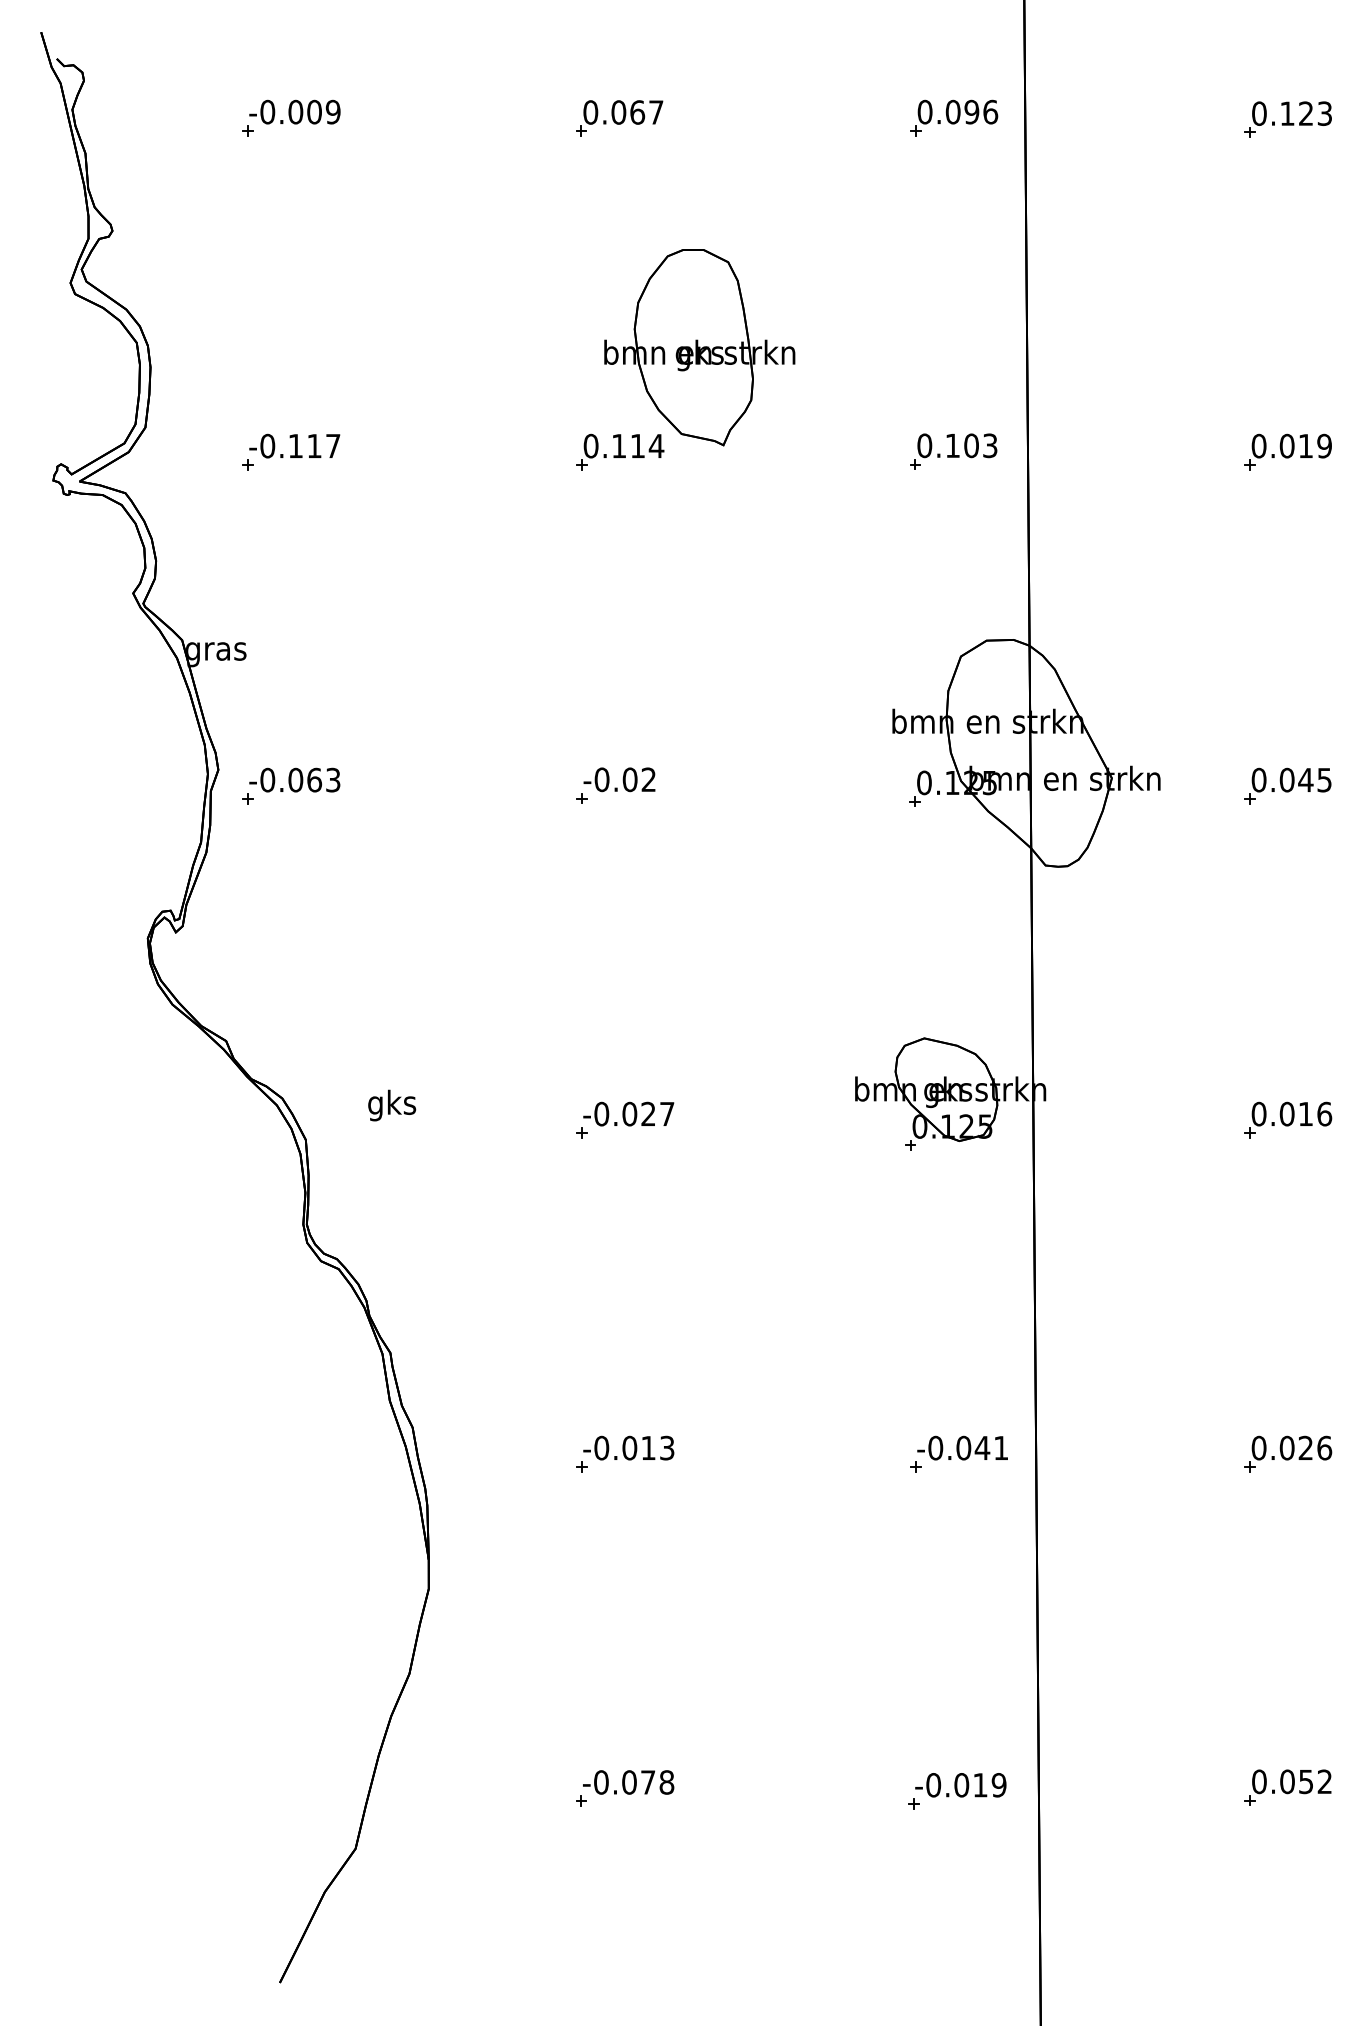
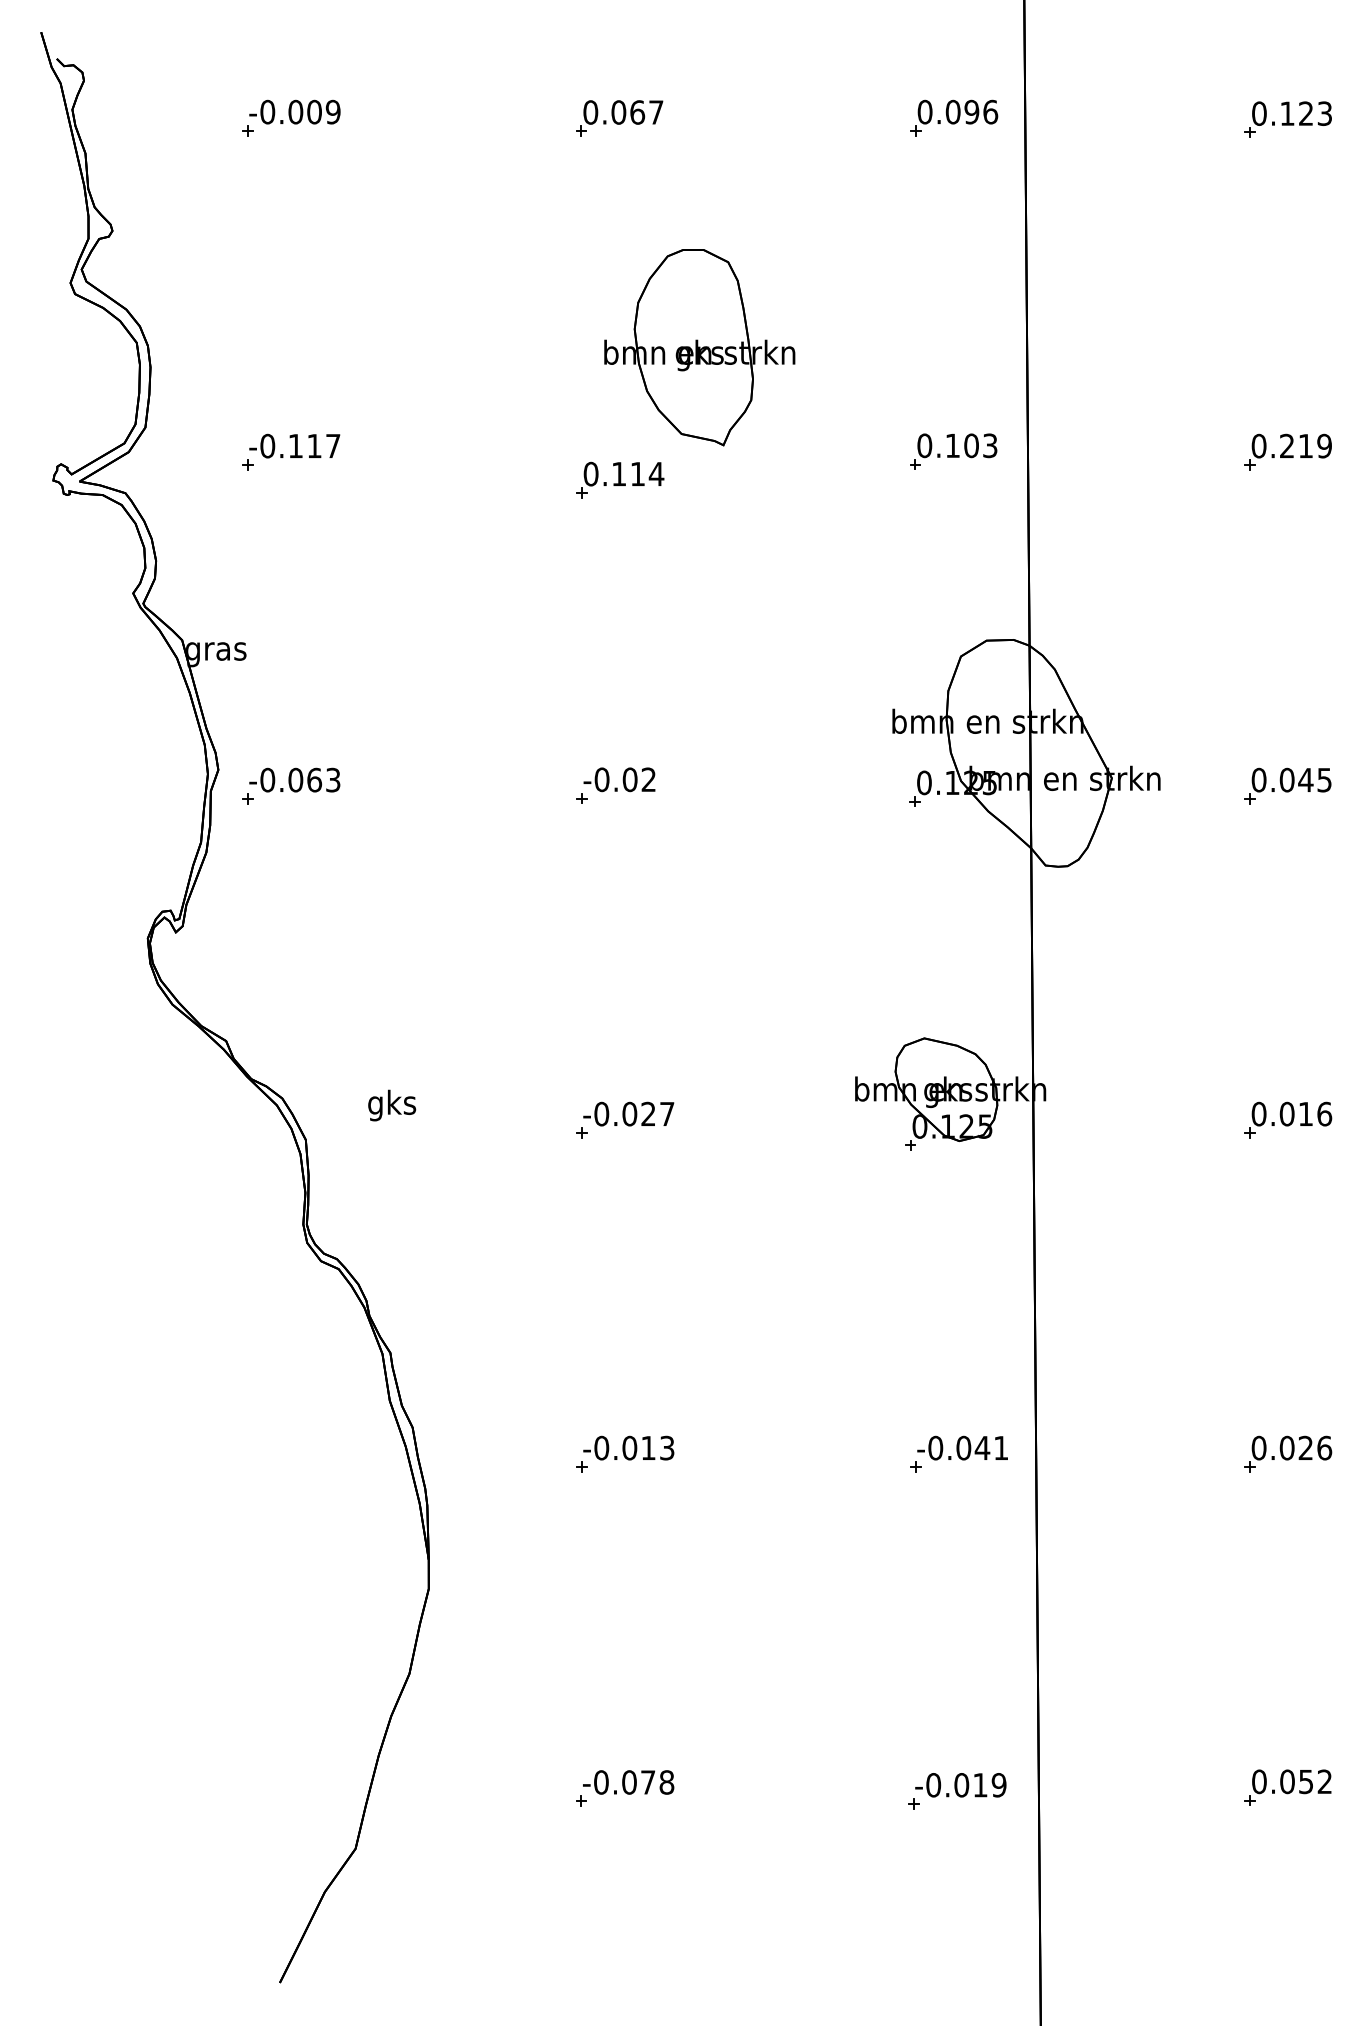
text at (1286, 445): 0.019 -> 0.219
part at (620, 451) position: (620, 451) -> (620, 479)
